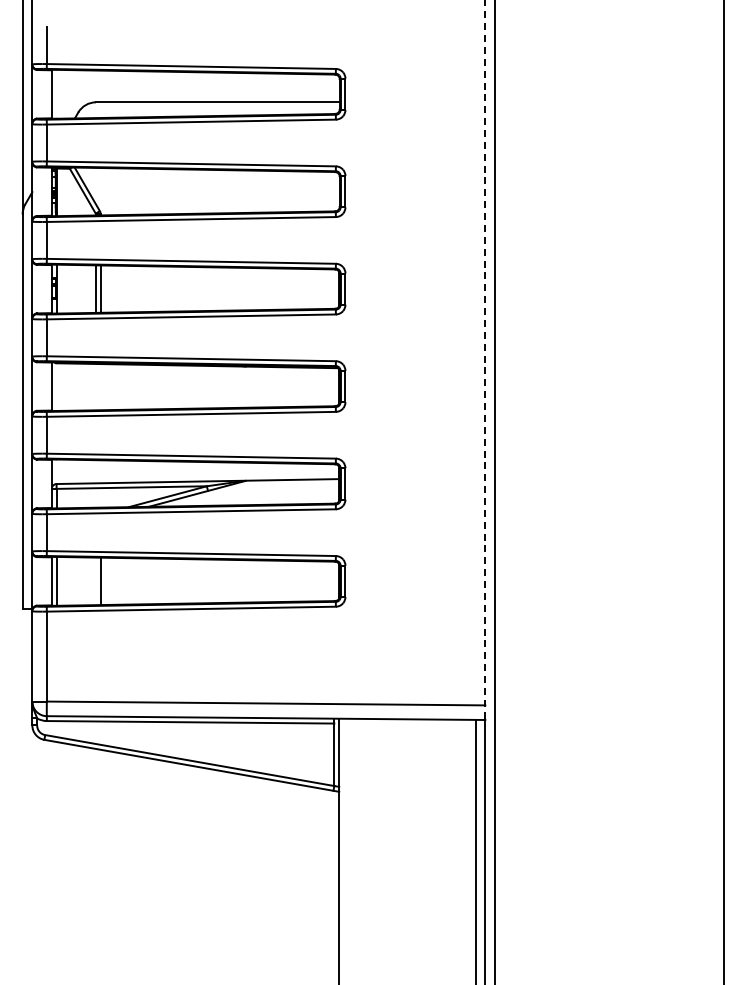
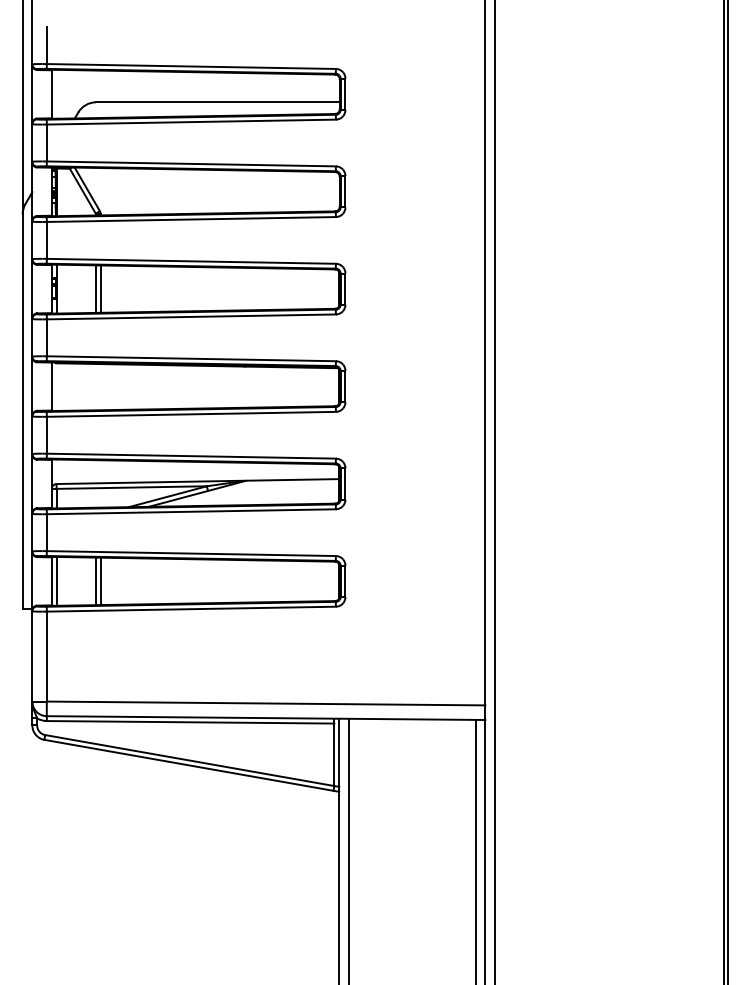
line at (485, 359): dashed -> solid
line at (728, 491): none -> present
line at (95, 581): none -> present
line at (348, 849): none -> present
